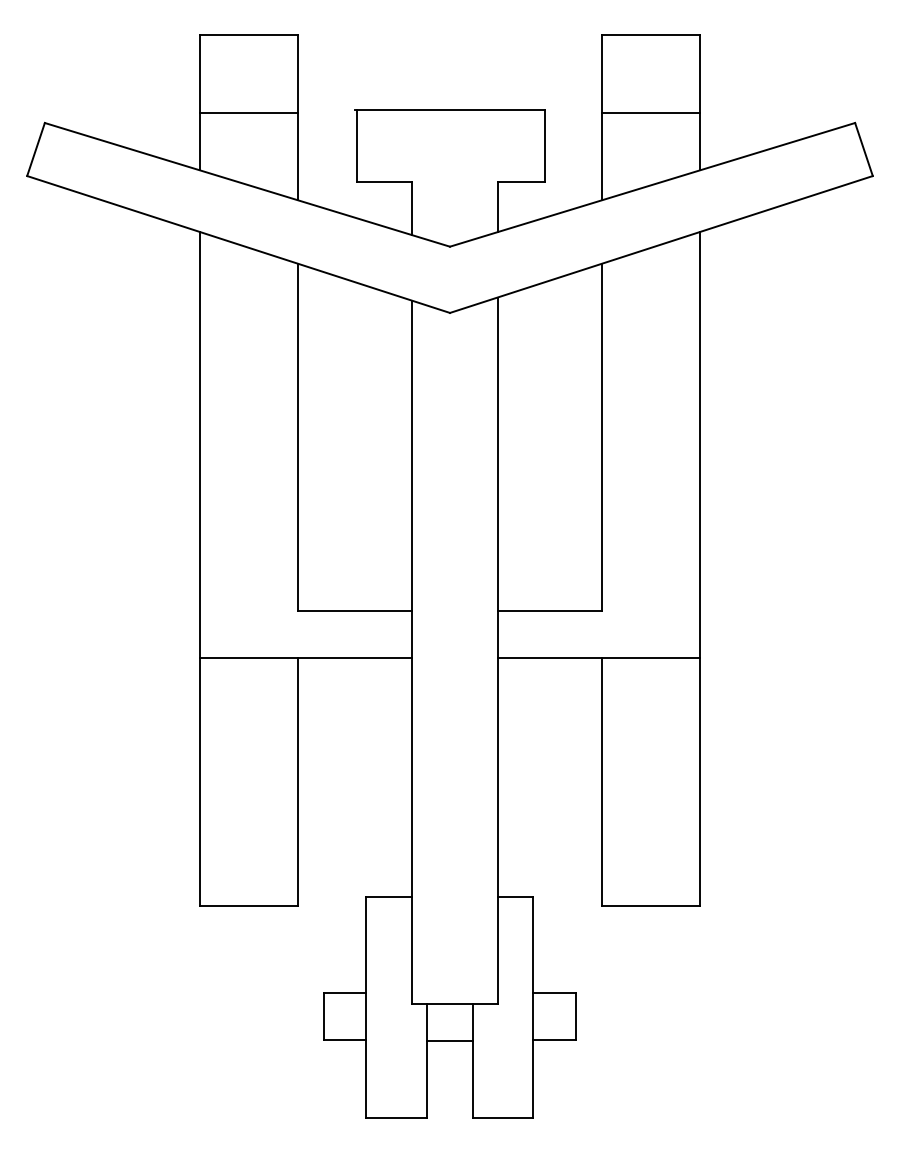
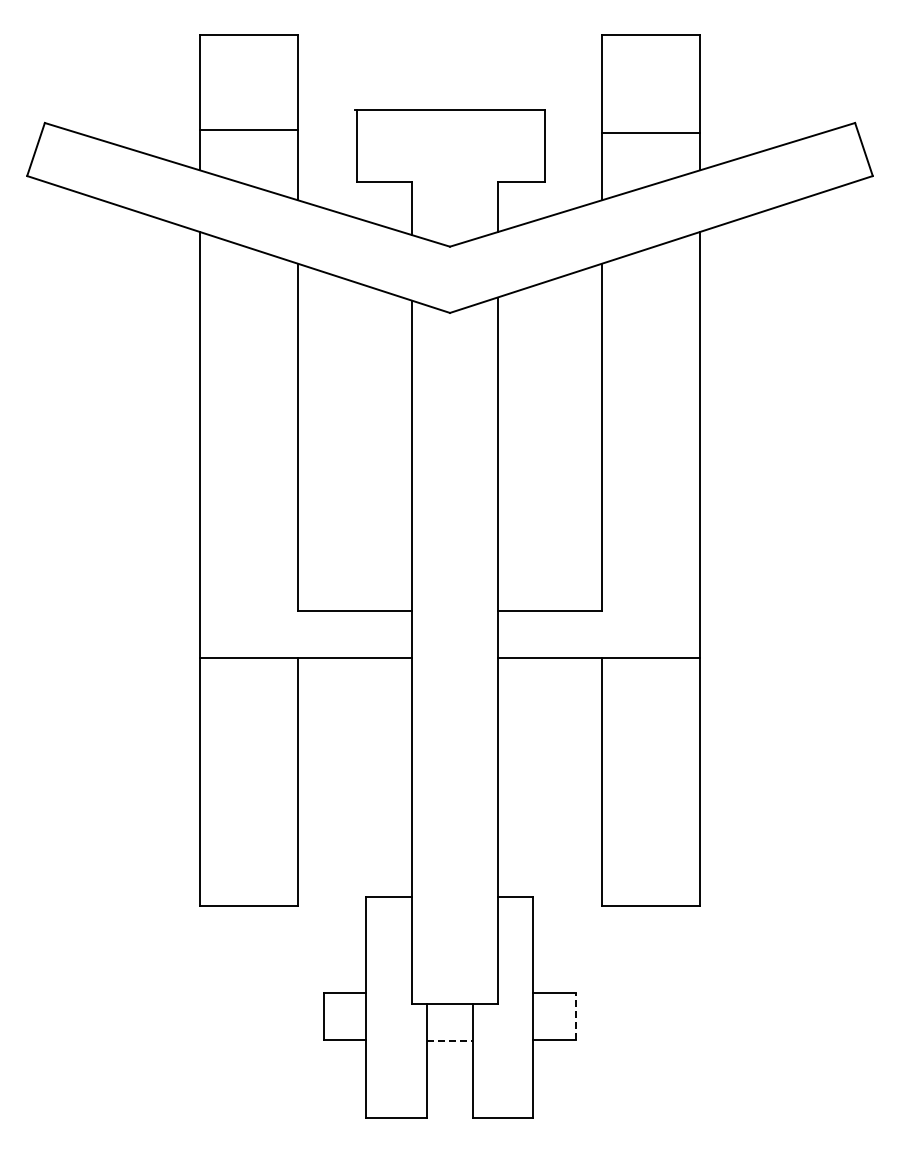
line at (249, 113) position: (249, 113) -> (249, 130)
line at (650, 113) position: (650, 113) -> (650, 133)
line at (576, 1016): solid -> dashed
line at (450, 1040): solid -> dashed
